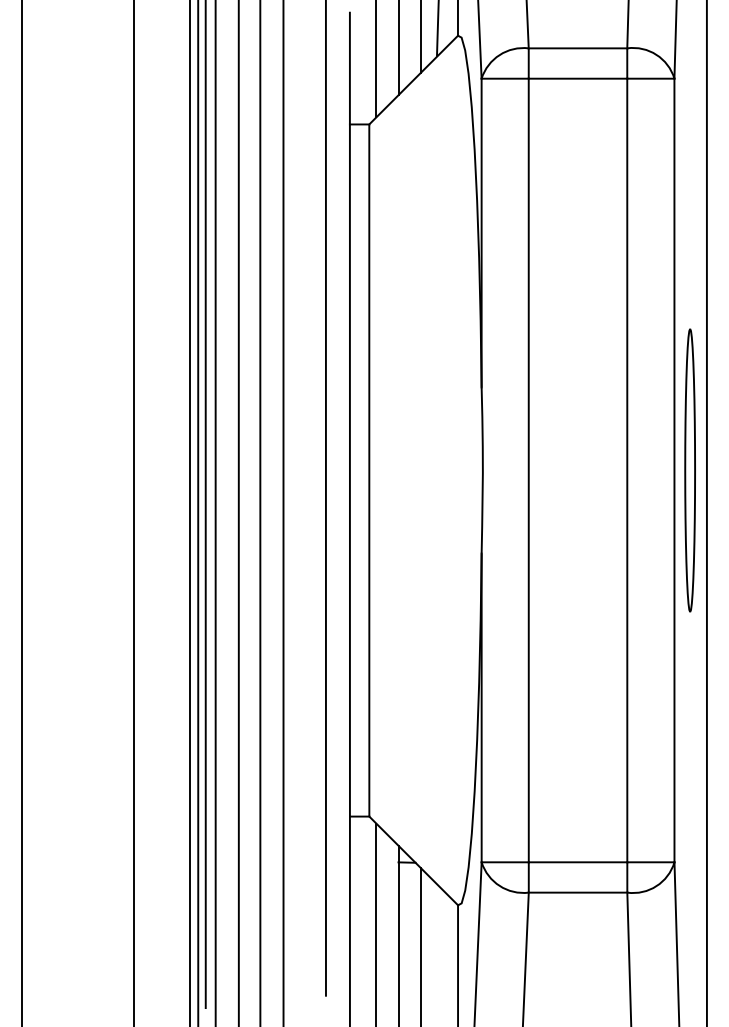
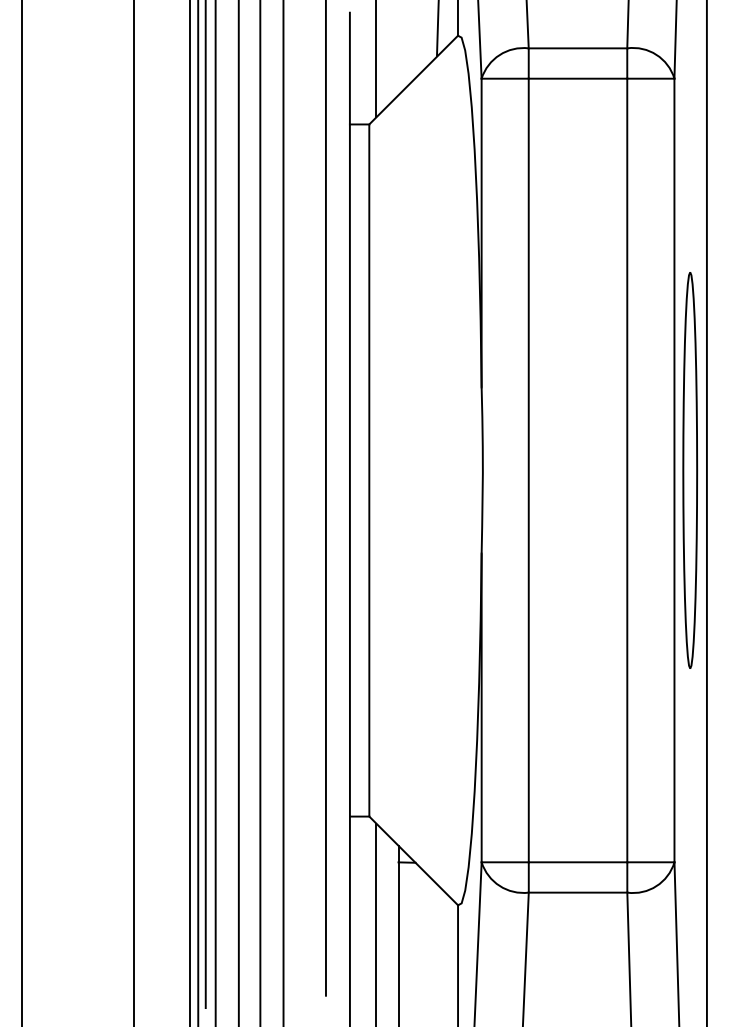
line at (420, 37): present -> none
line at (398, 48): present -> none
part at (689, 470) size: 12x285 px -> 17x397 px
line at (420, 945): present -> none
